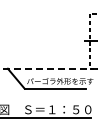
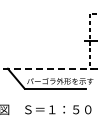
line at (46, 118): present -> none
